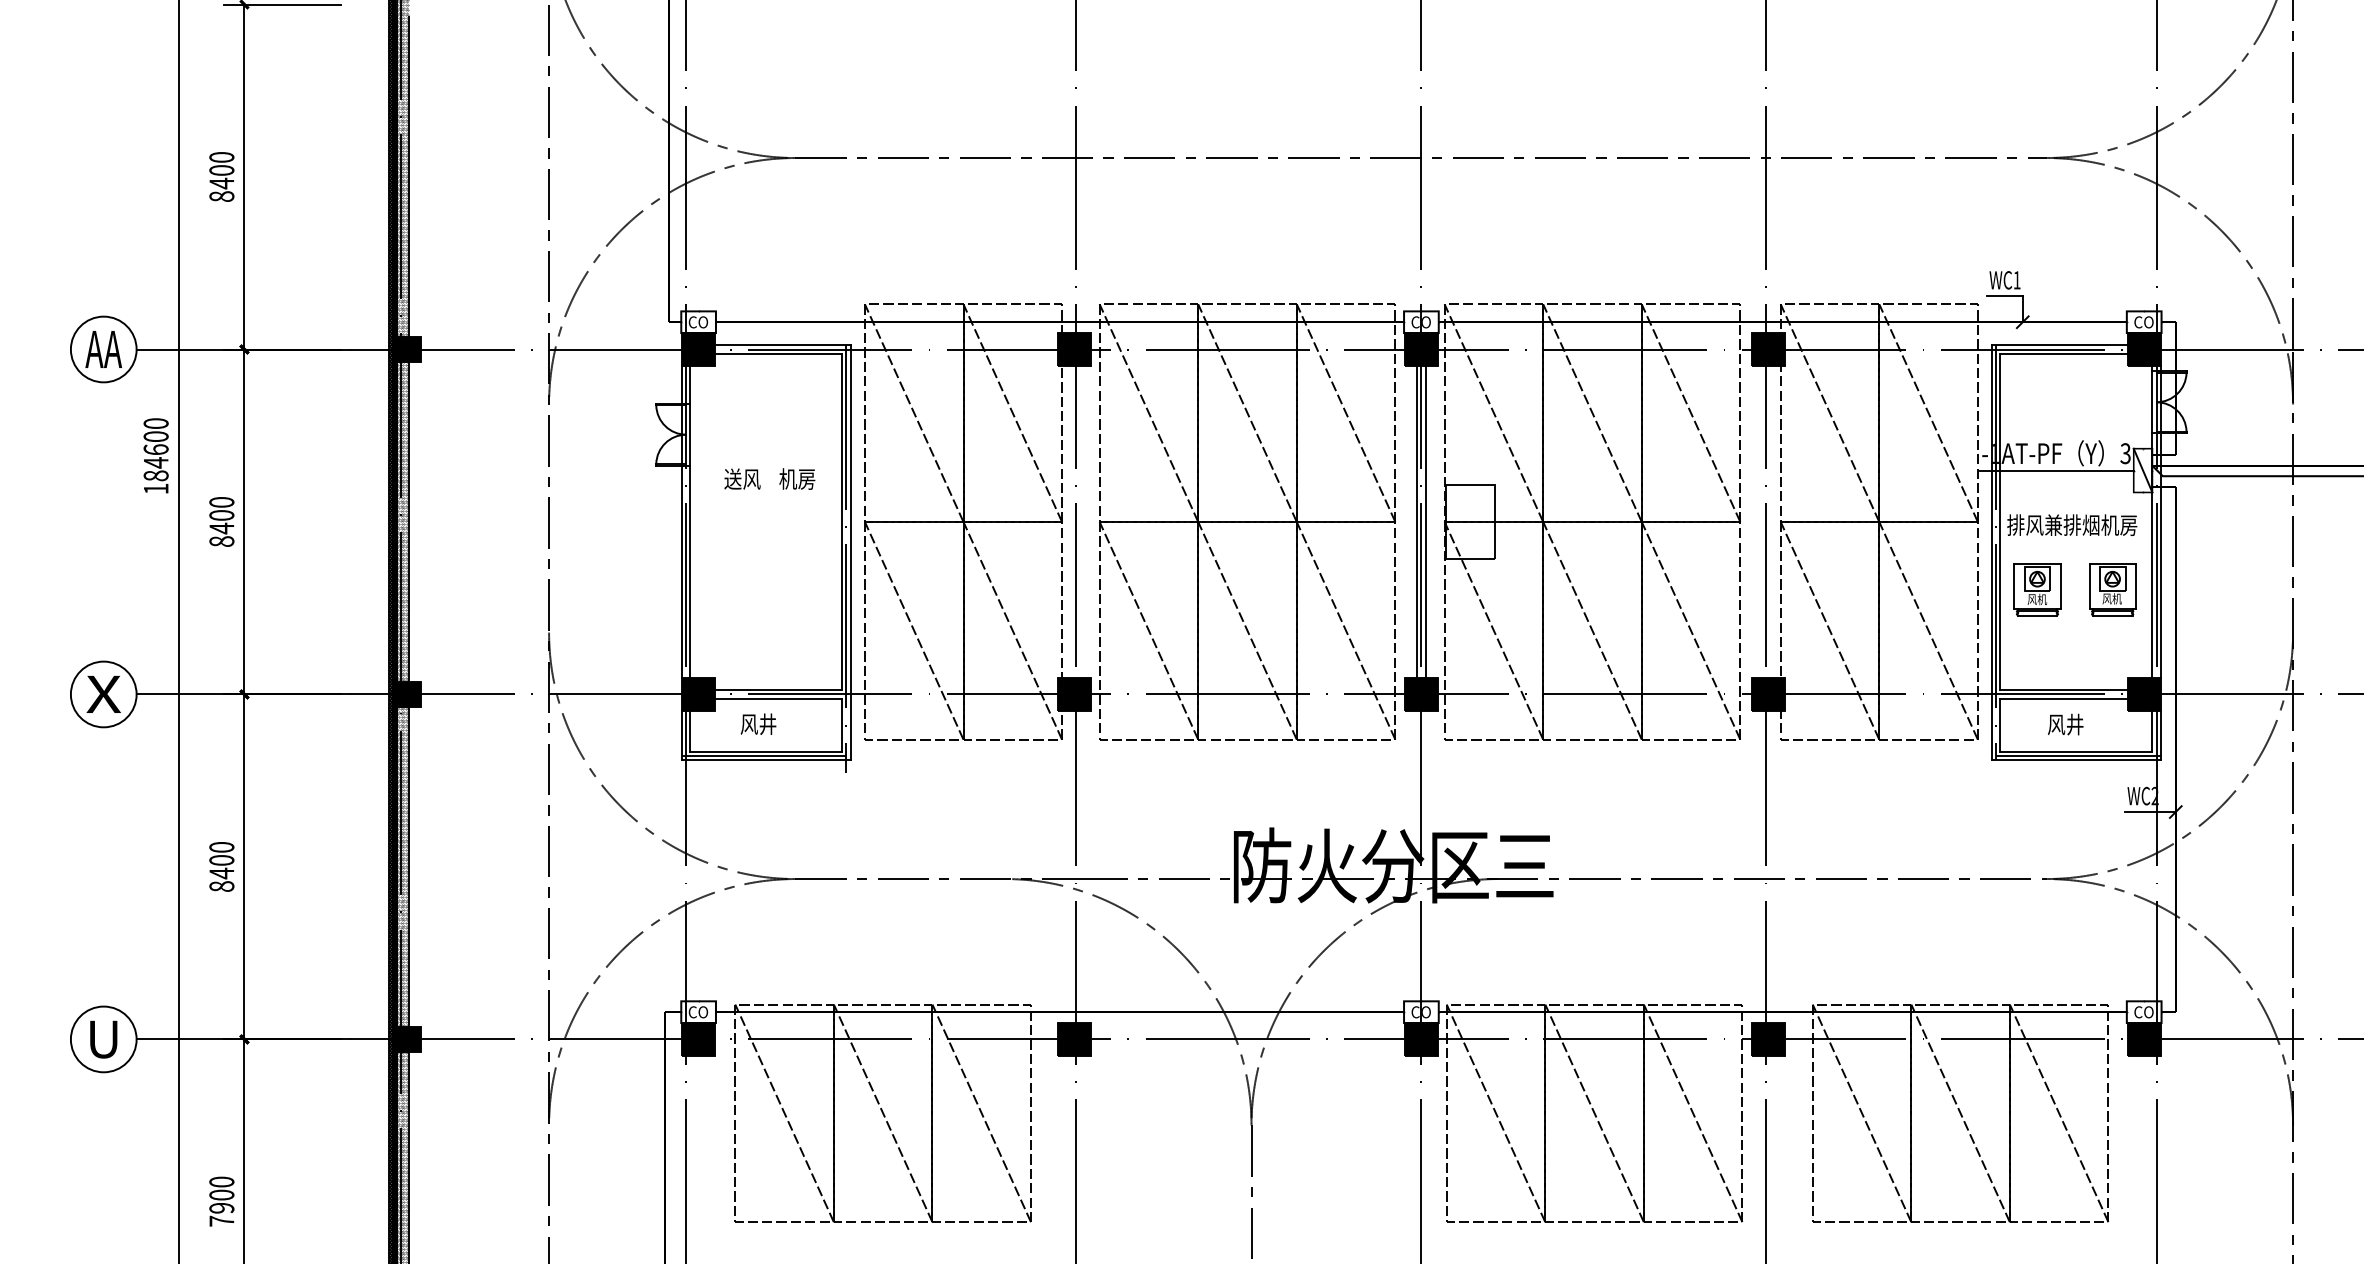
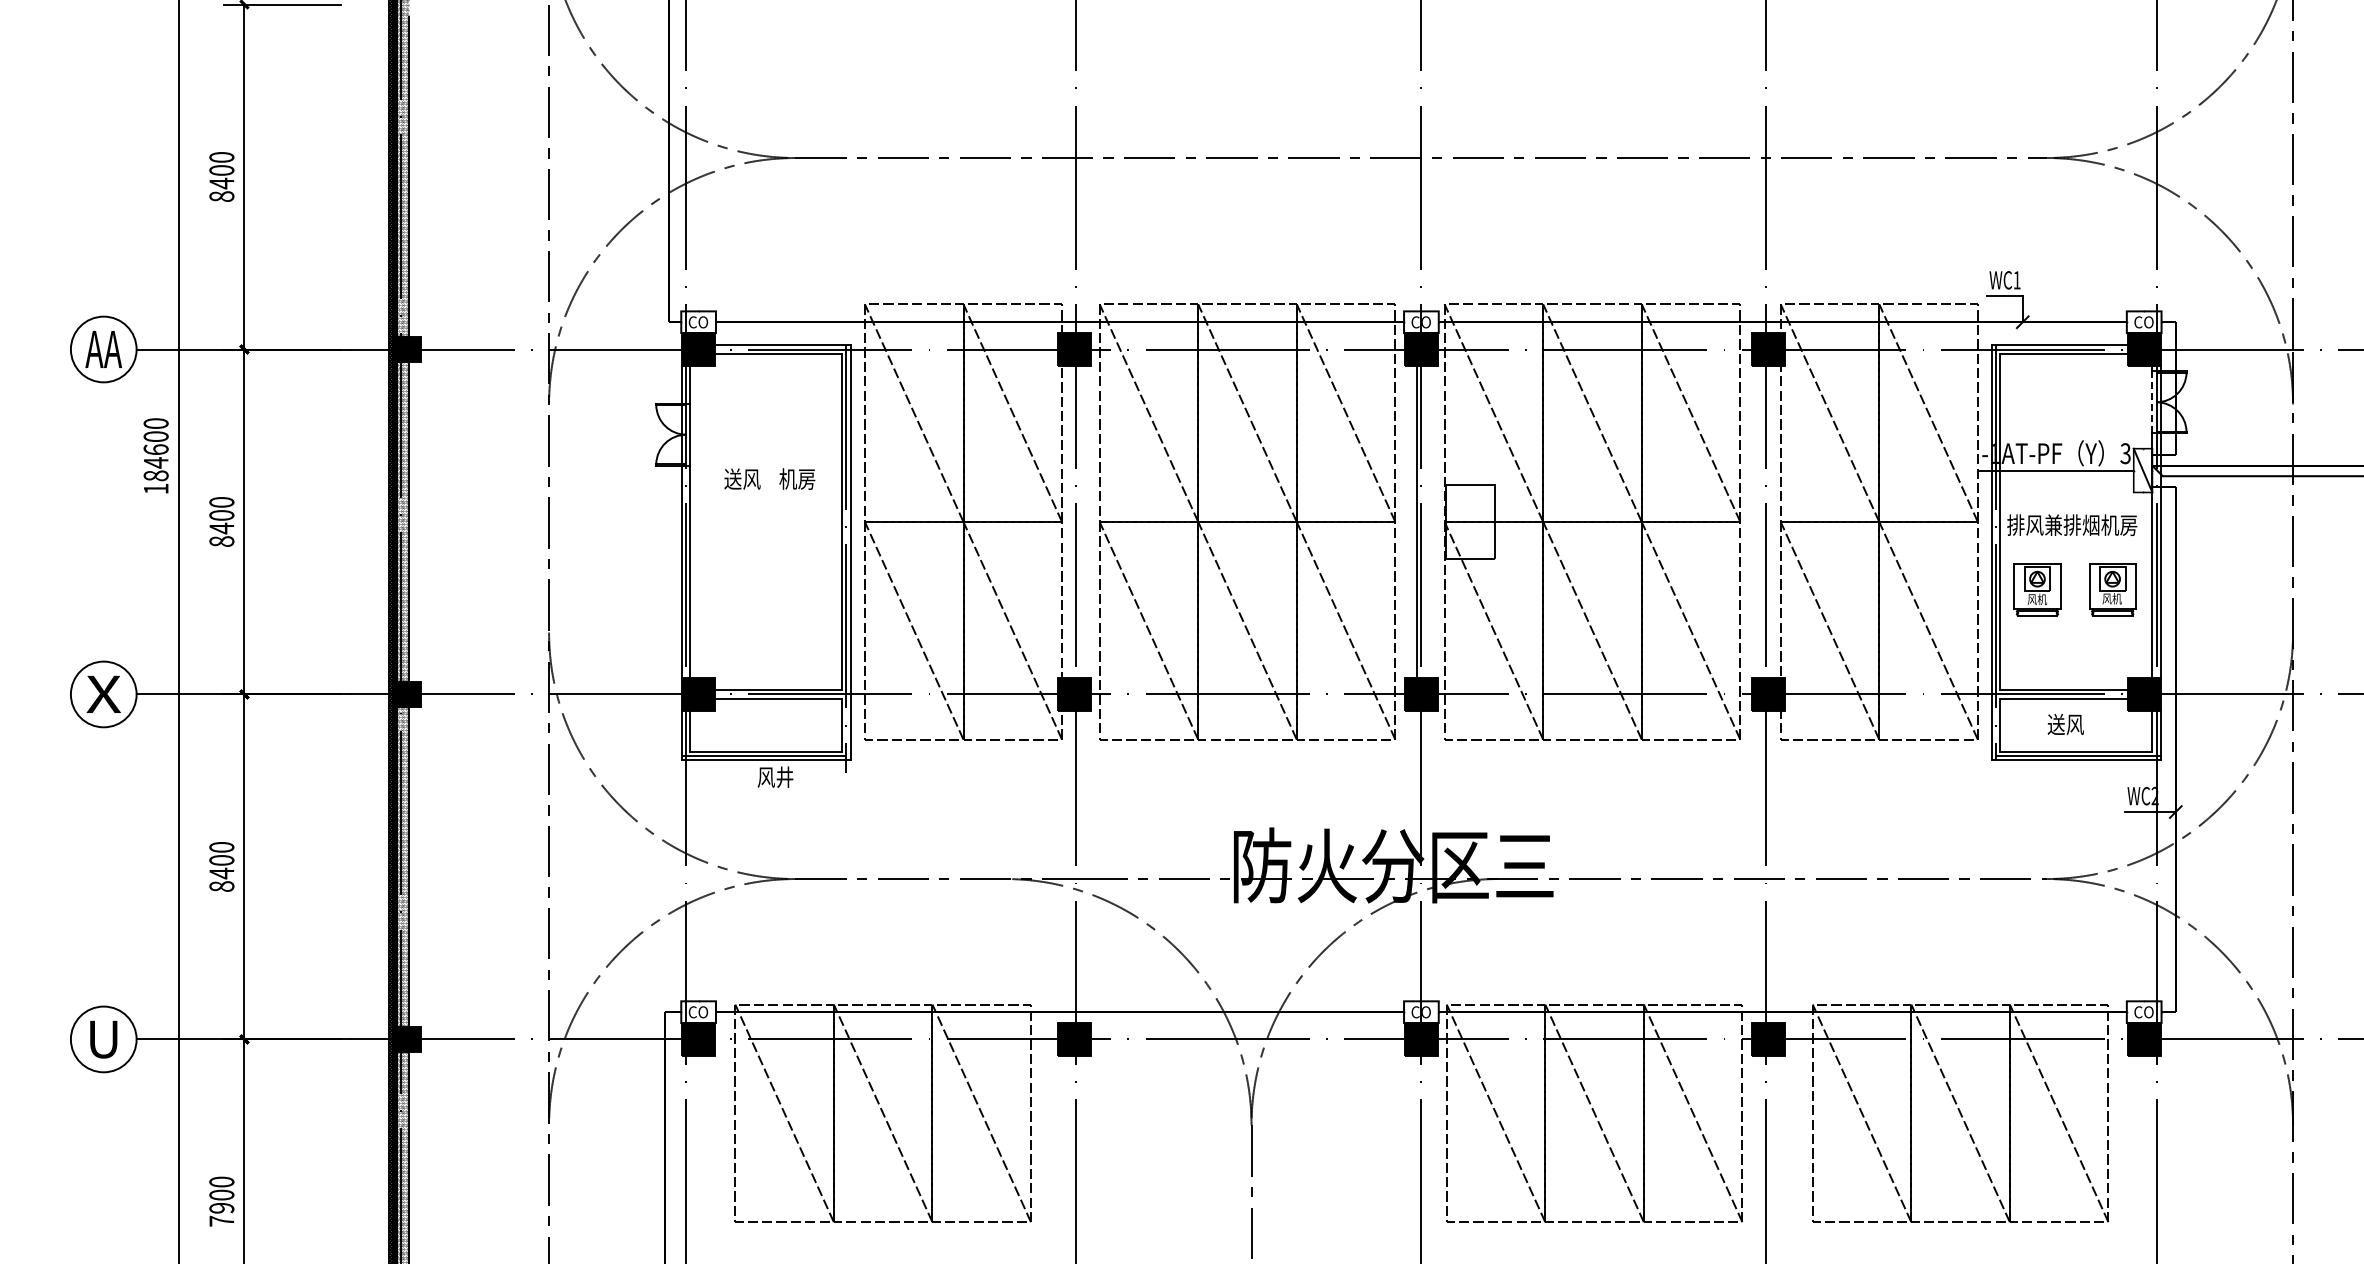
line at (2152, 402): solid -> dashed
line at (1425, 521): present -> none
text at (758, 723) position: (758, 723) -> (775, 776)
text at (2065, 724): 风井 -> 送风
